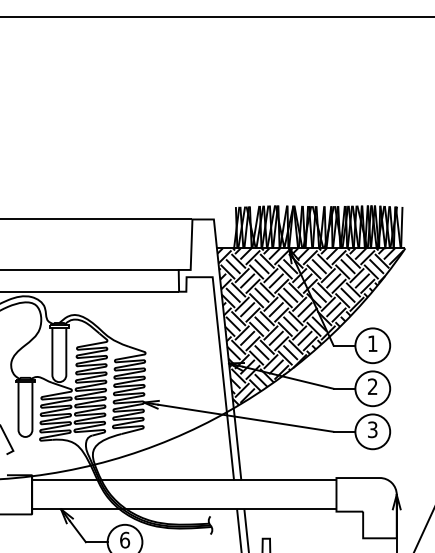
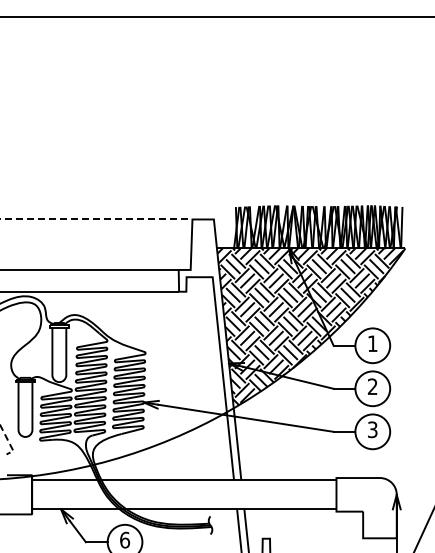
line at (96, 219): solid -> dashed
line at (8, 442): solid -> dashed
